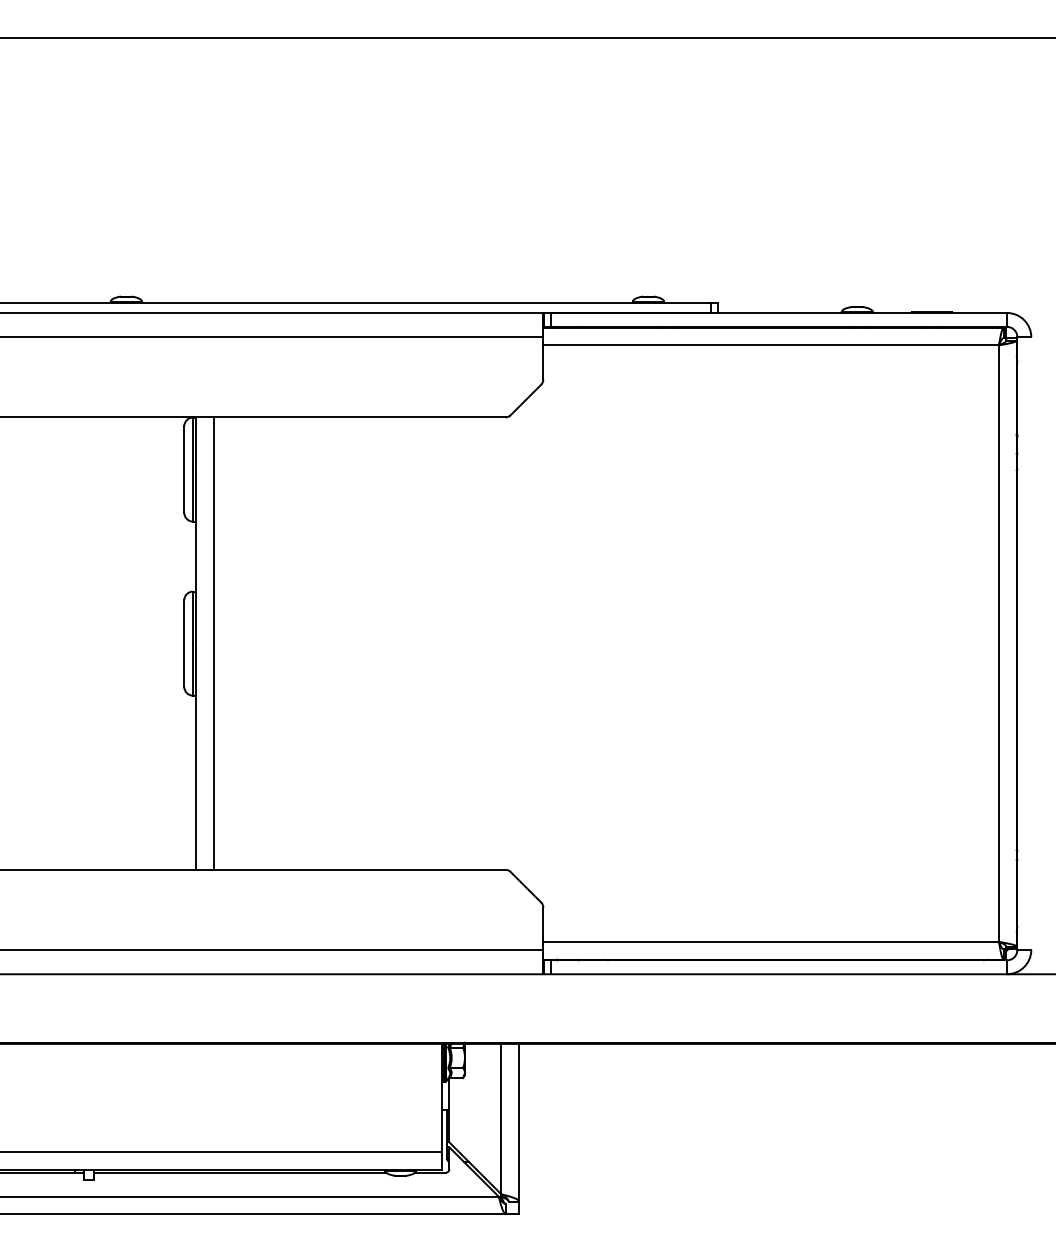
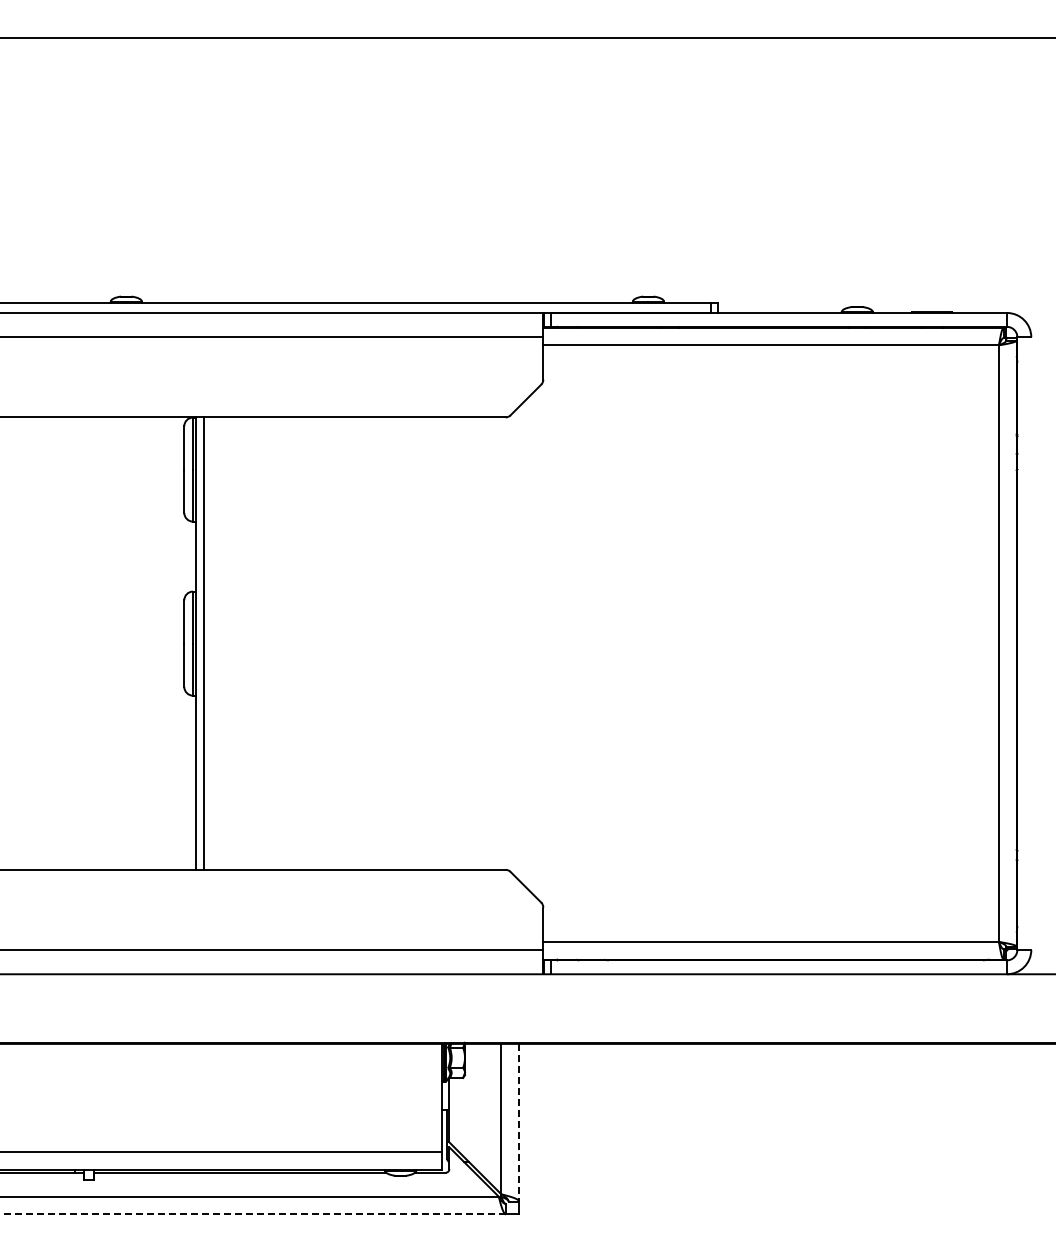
line at (213, 643) position: (213, 643) -> (203, 643)
line at (518, 1122): solid -> dashed
line at (253, 1214): solid -> dashed
